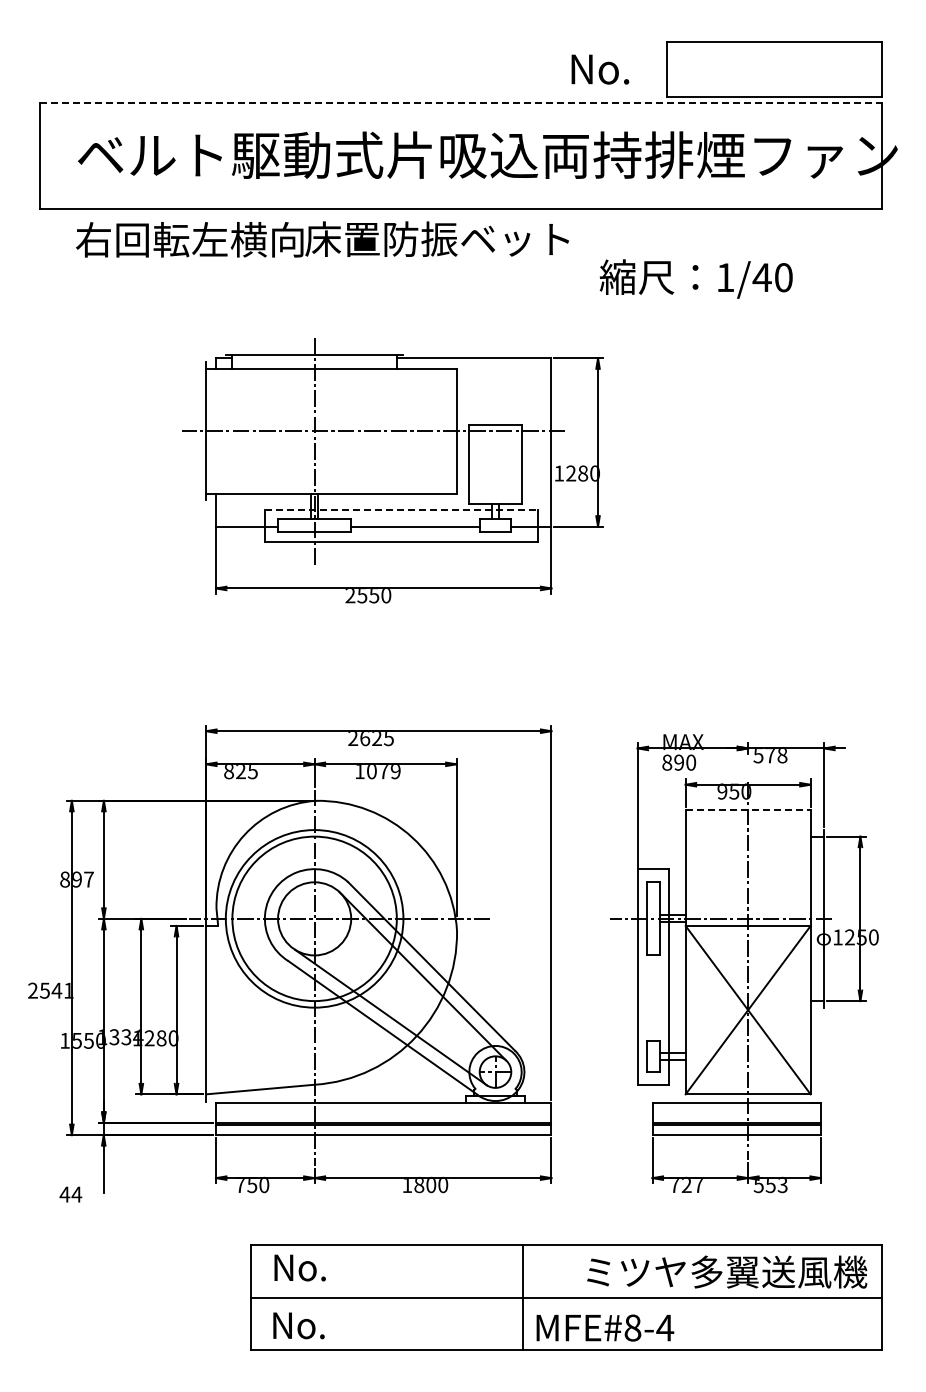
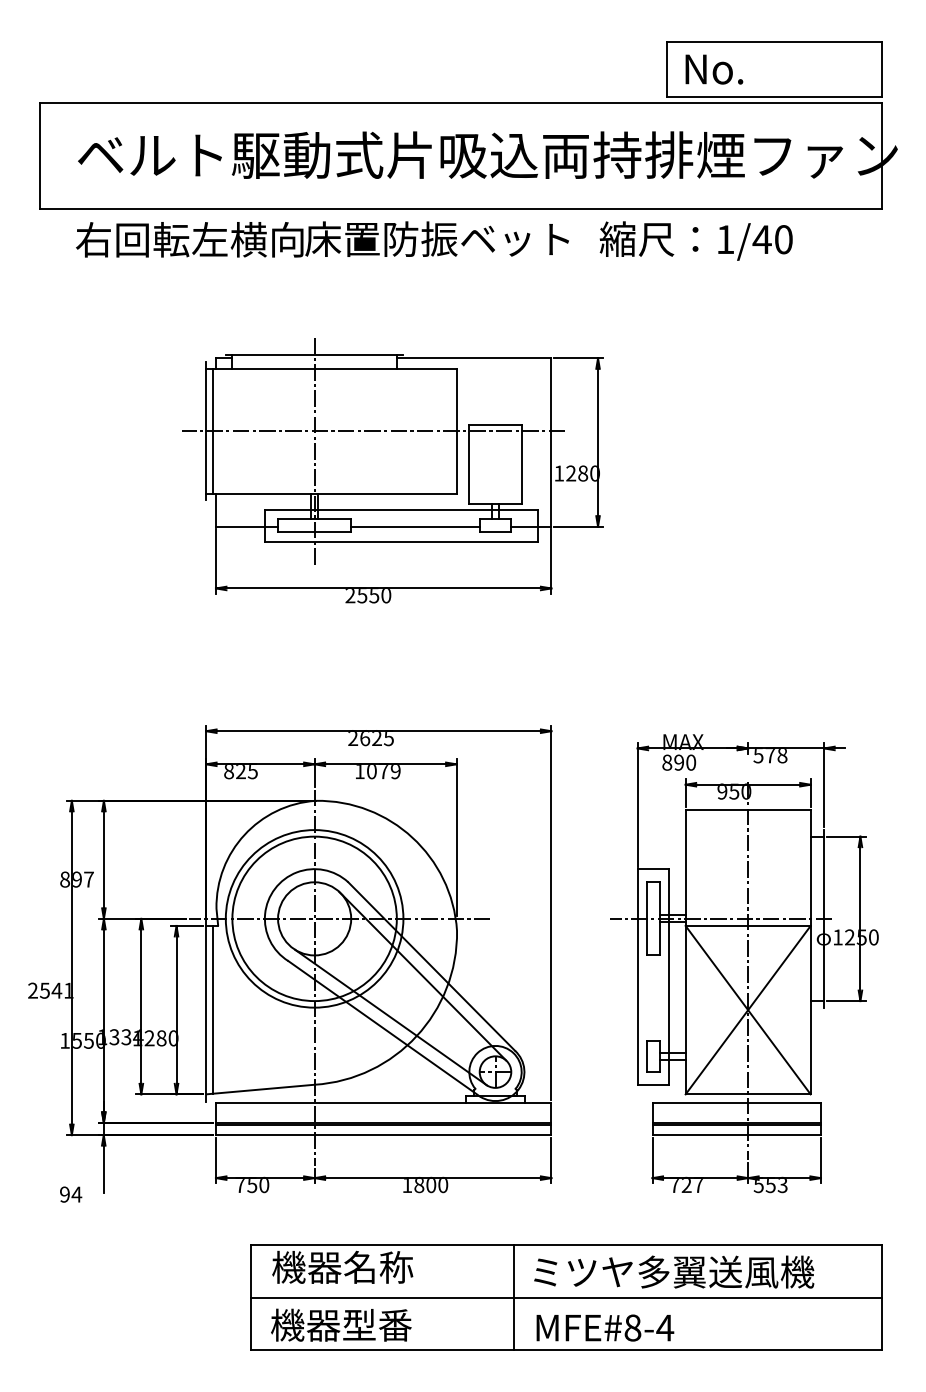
text at (600, 69) position: (600, 69) -> (714, 69)
line at (461, 103): dashed -> solid
text at (695, 278) position: (695, 278) -> (695, 240)
line at (212, 430): none -> present
line at (401, 509): dashed -> solid
line at (748, 809): dashed -> solid
line at (212, 1009): none -> present
text at (64, 1194): 44 -> 94
text at (342, 1266): No. -> 機器名称
text at (727, 1271) position: (727, 1271) -> (674, 1271)
line at (522, 1297) position: (522, 1297) -> (513, 1297)
text at (341, 1324): No. -> 機器型番
